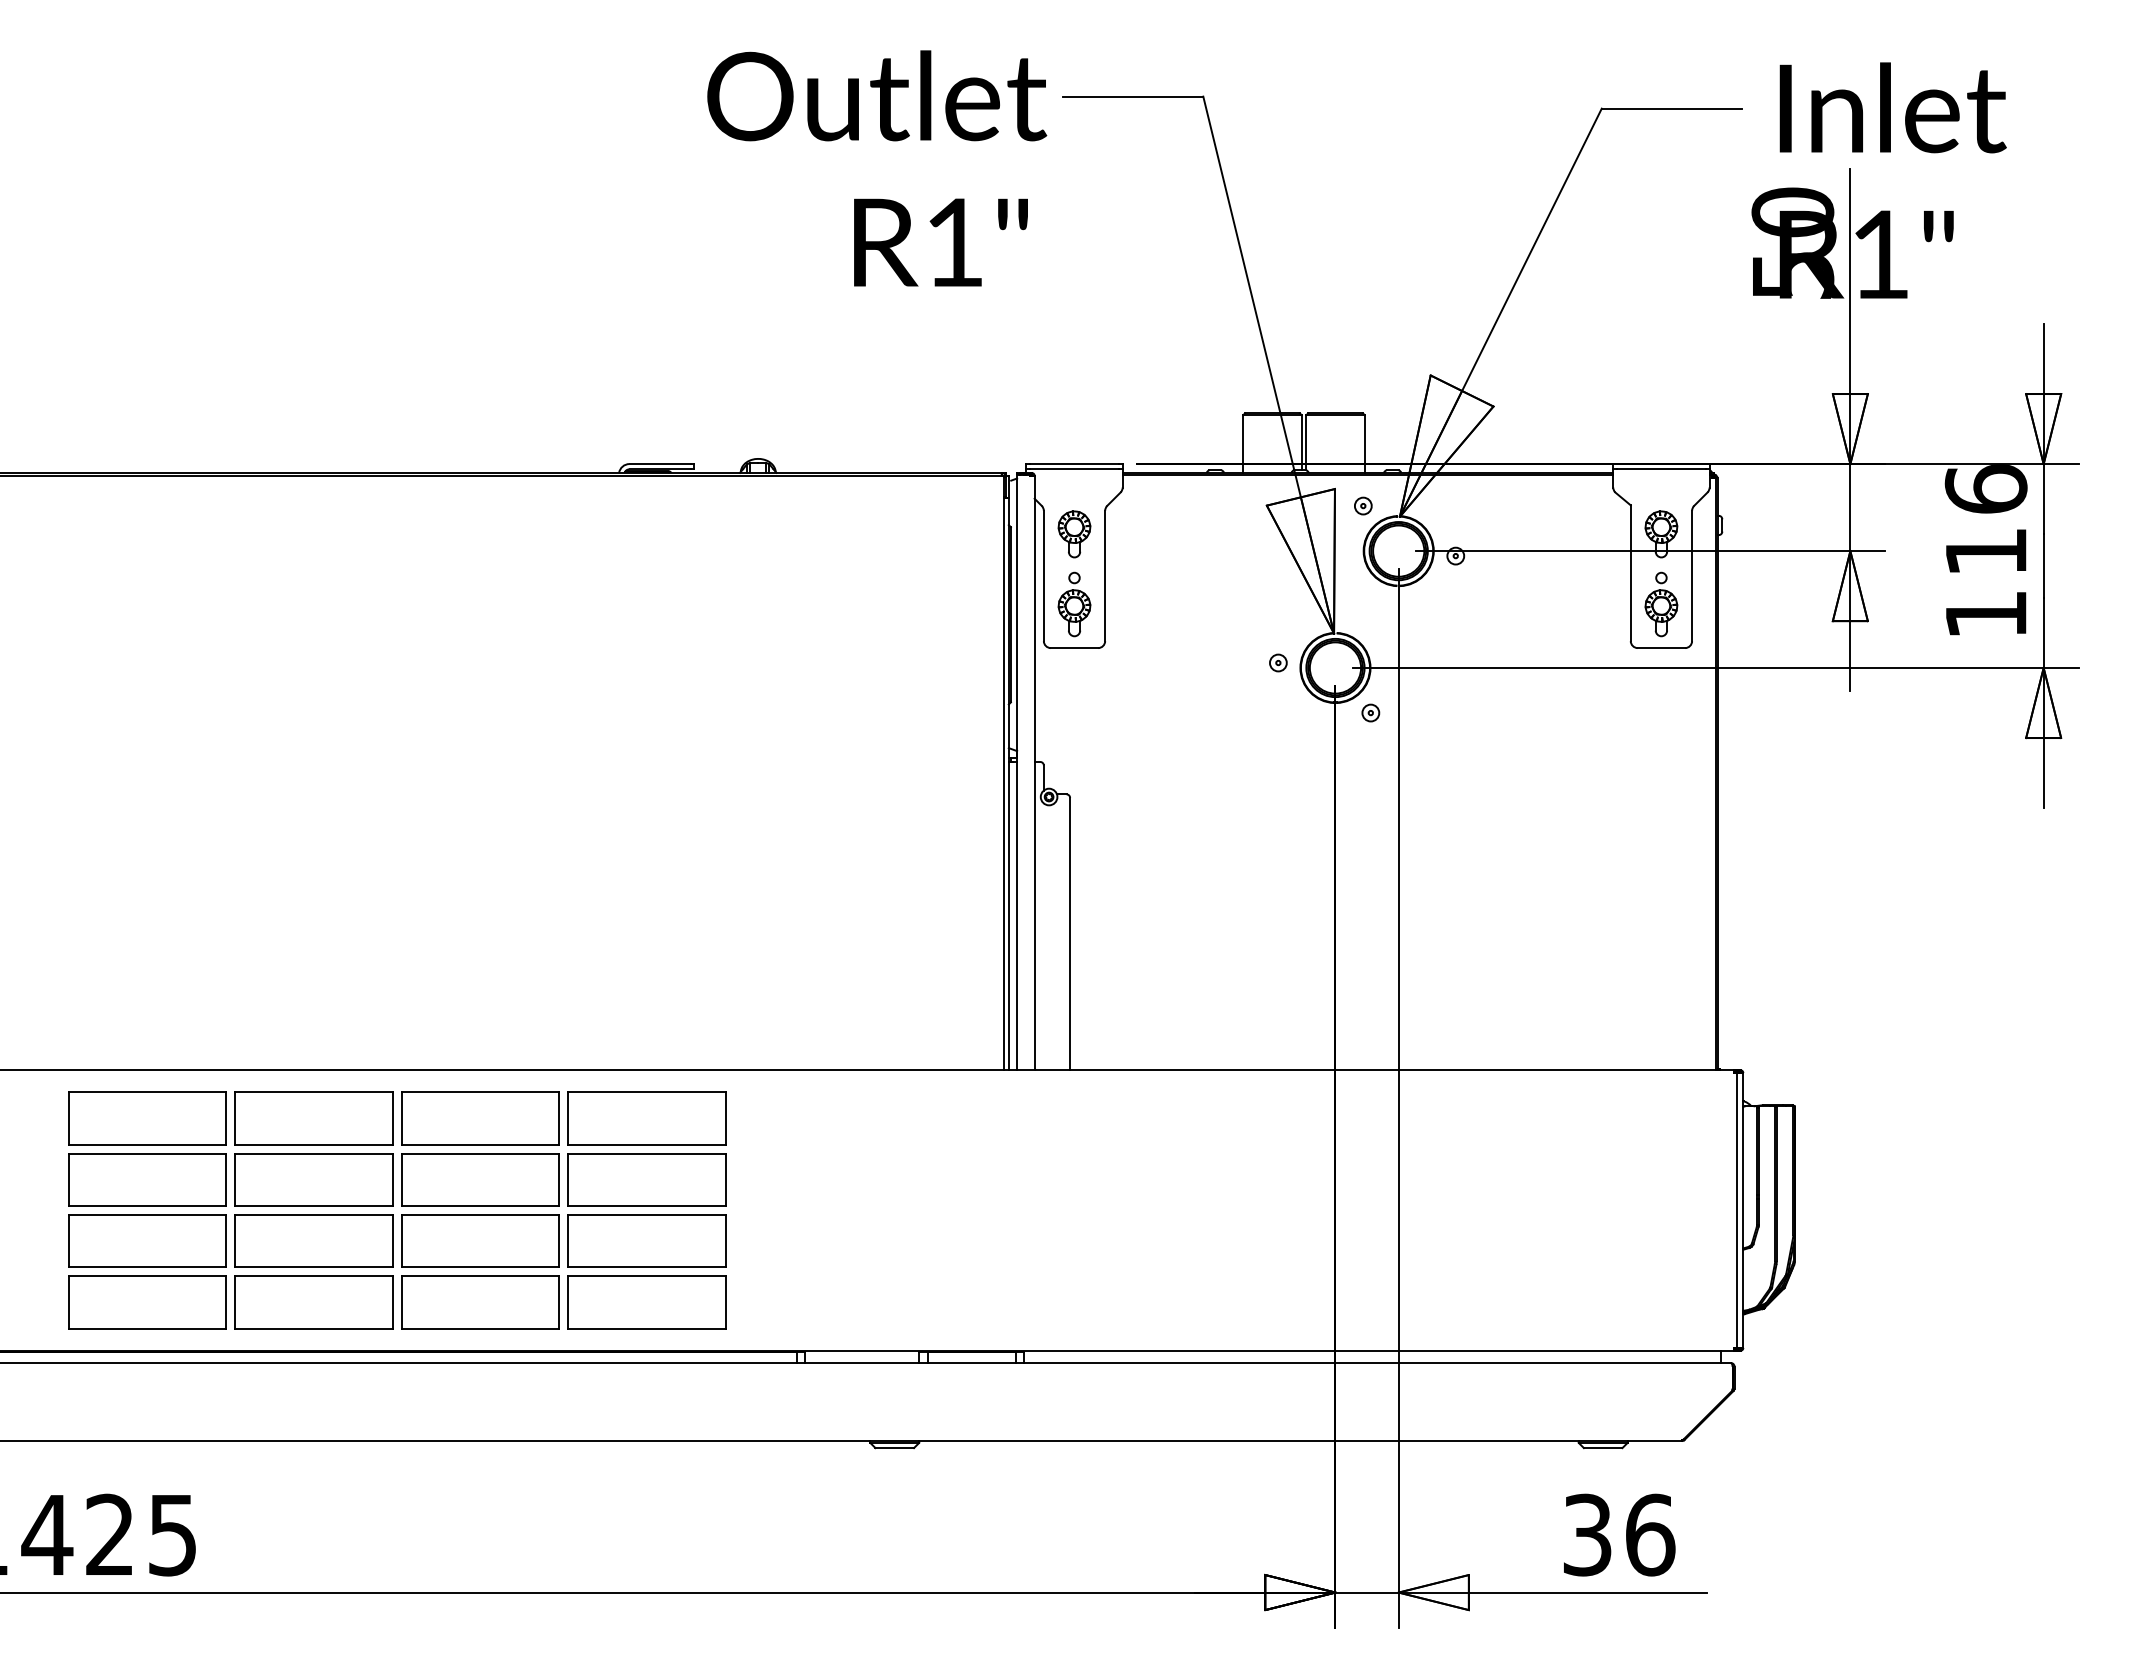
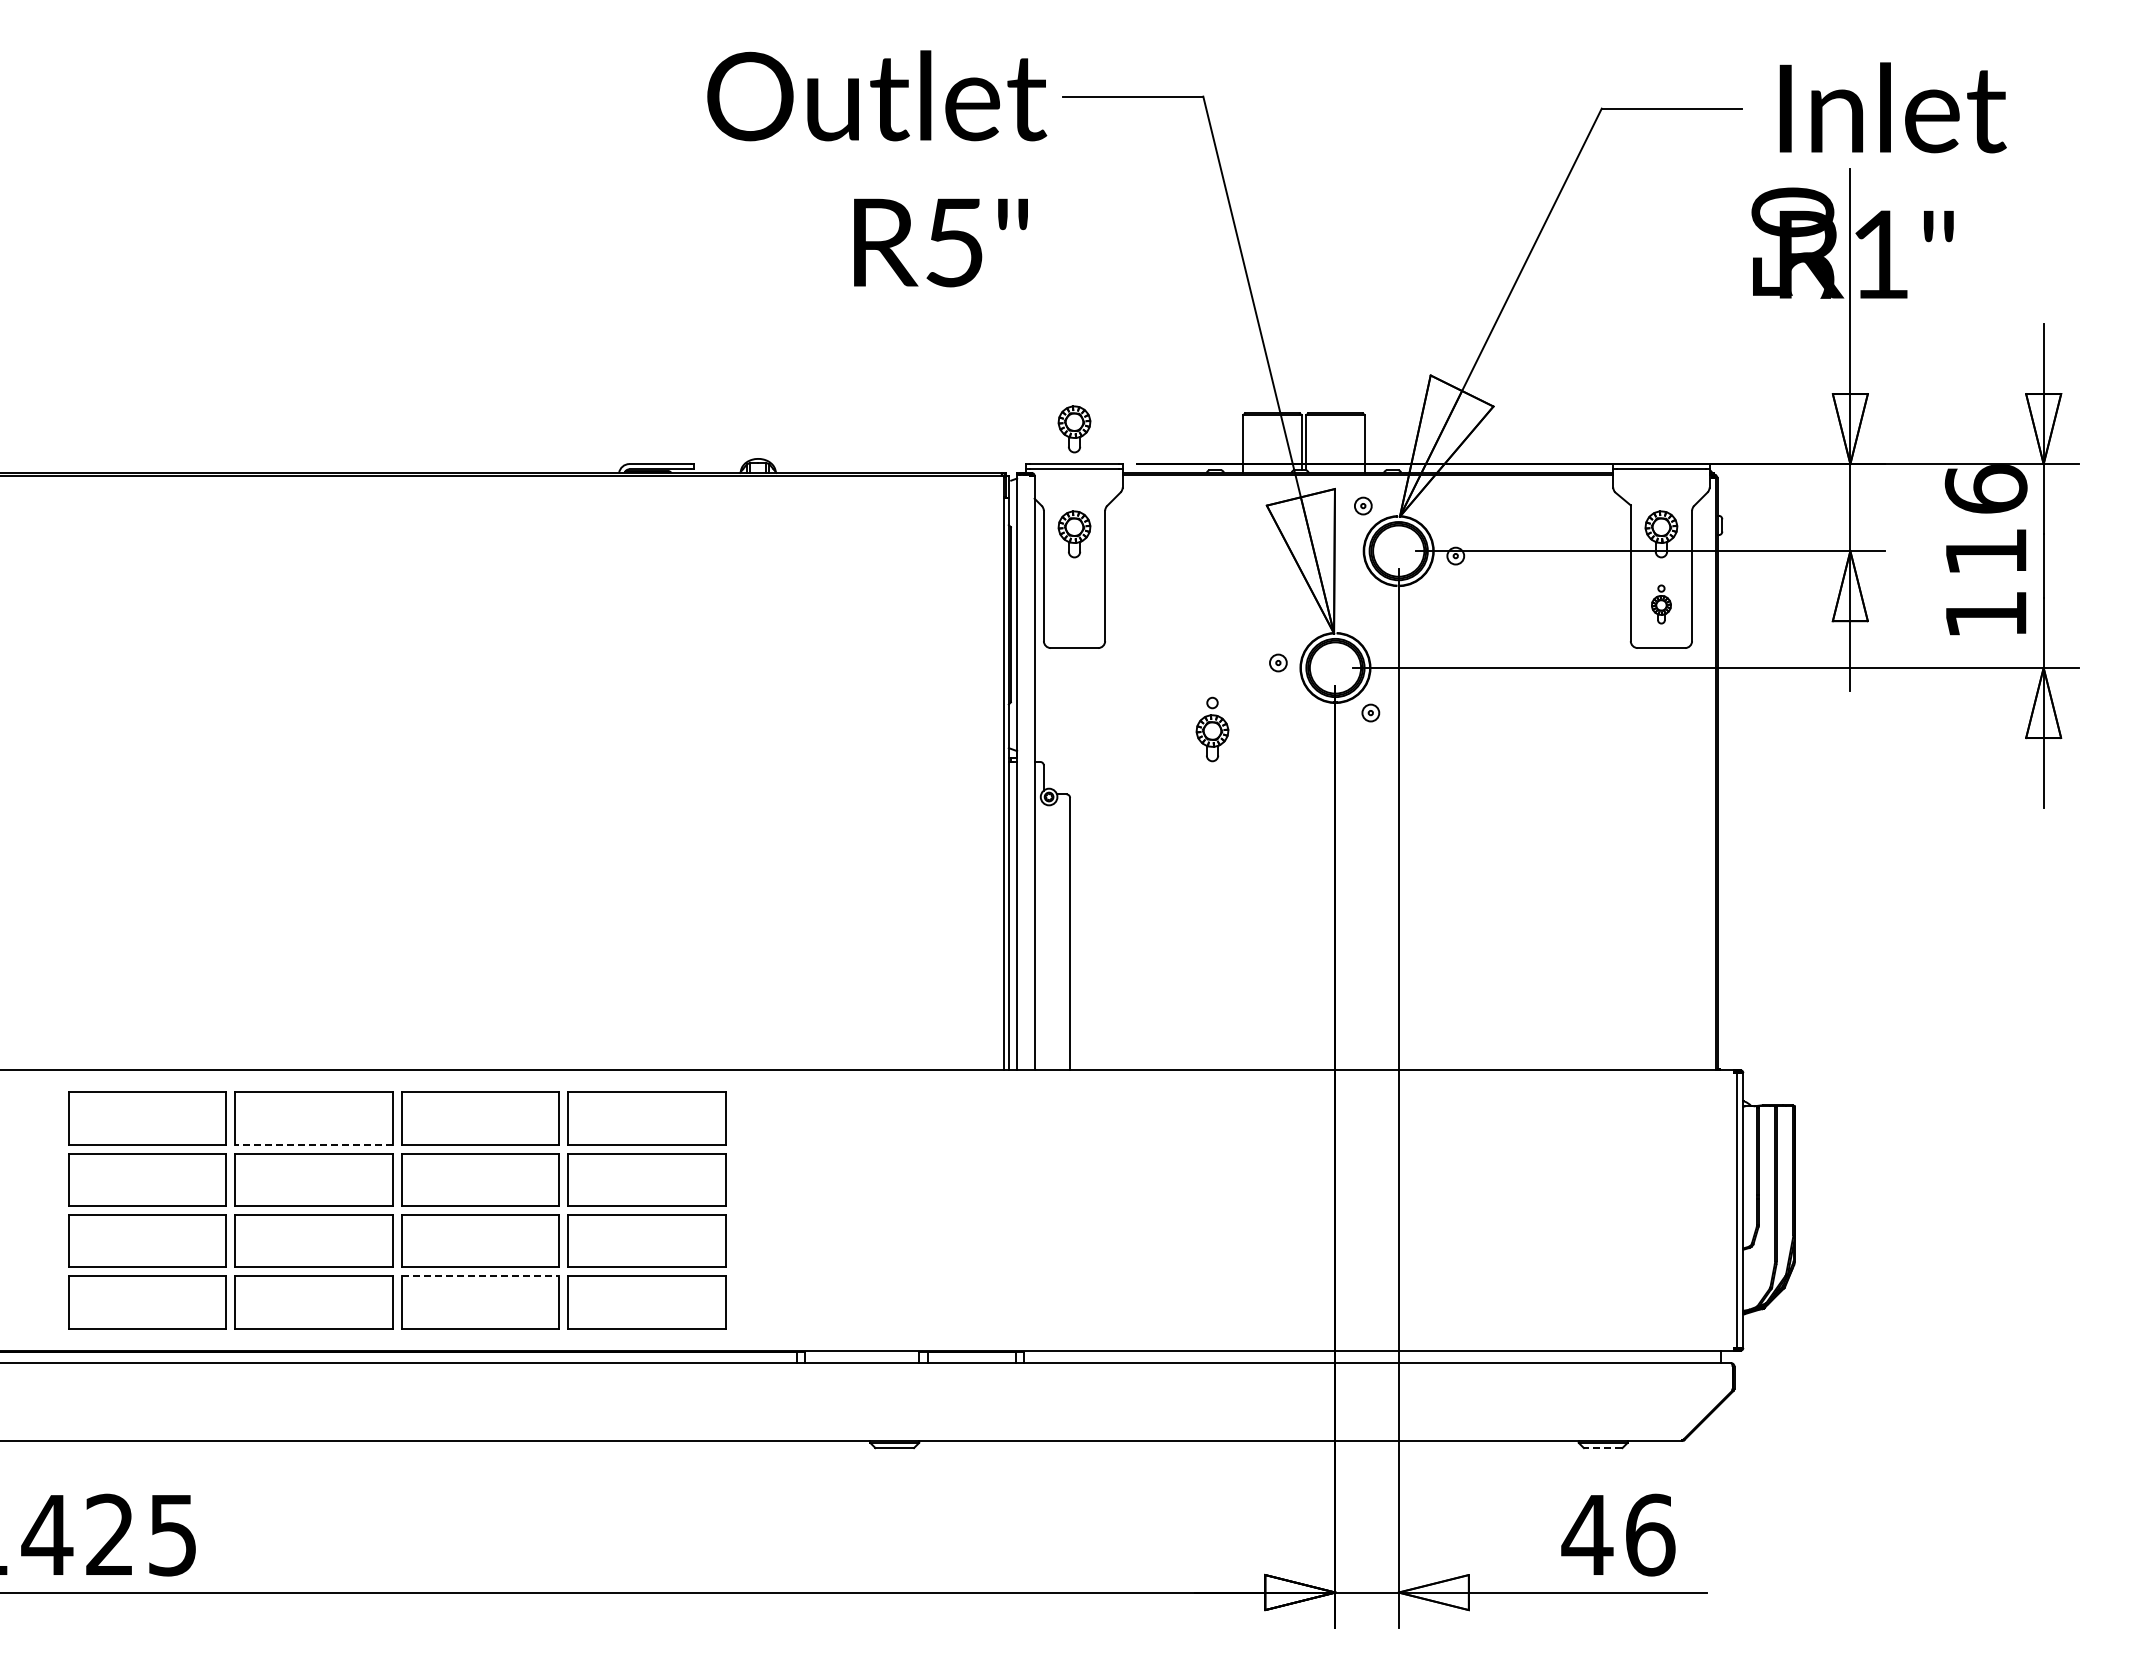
text at (954, 242): R1" -> R5"
part at (1074, 429): none -> present
part at (1074, 604) position: (1074, 604) -> (1212, 729)
part at (1661, 604) size: 35x67 px -> 21x41 px
line at (313, 1144): solid -> dashed
line at (480, 1276): solid -> dashed
line at (1602, 1448): solid -> dashed
text at (1587, 1534): 36 -> 46
